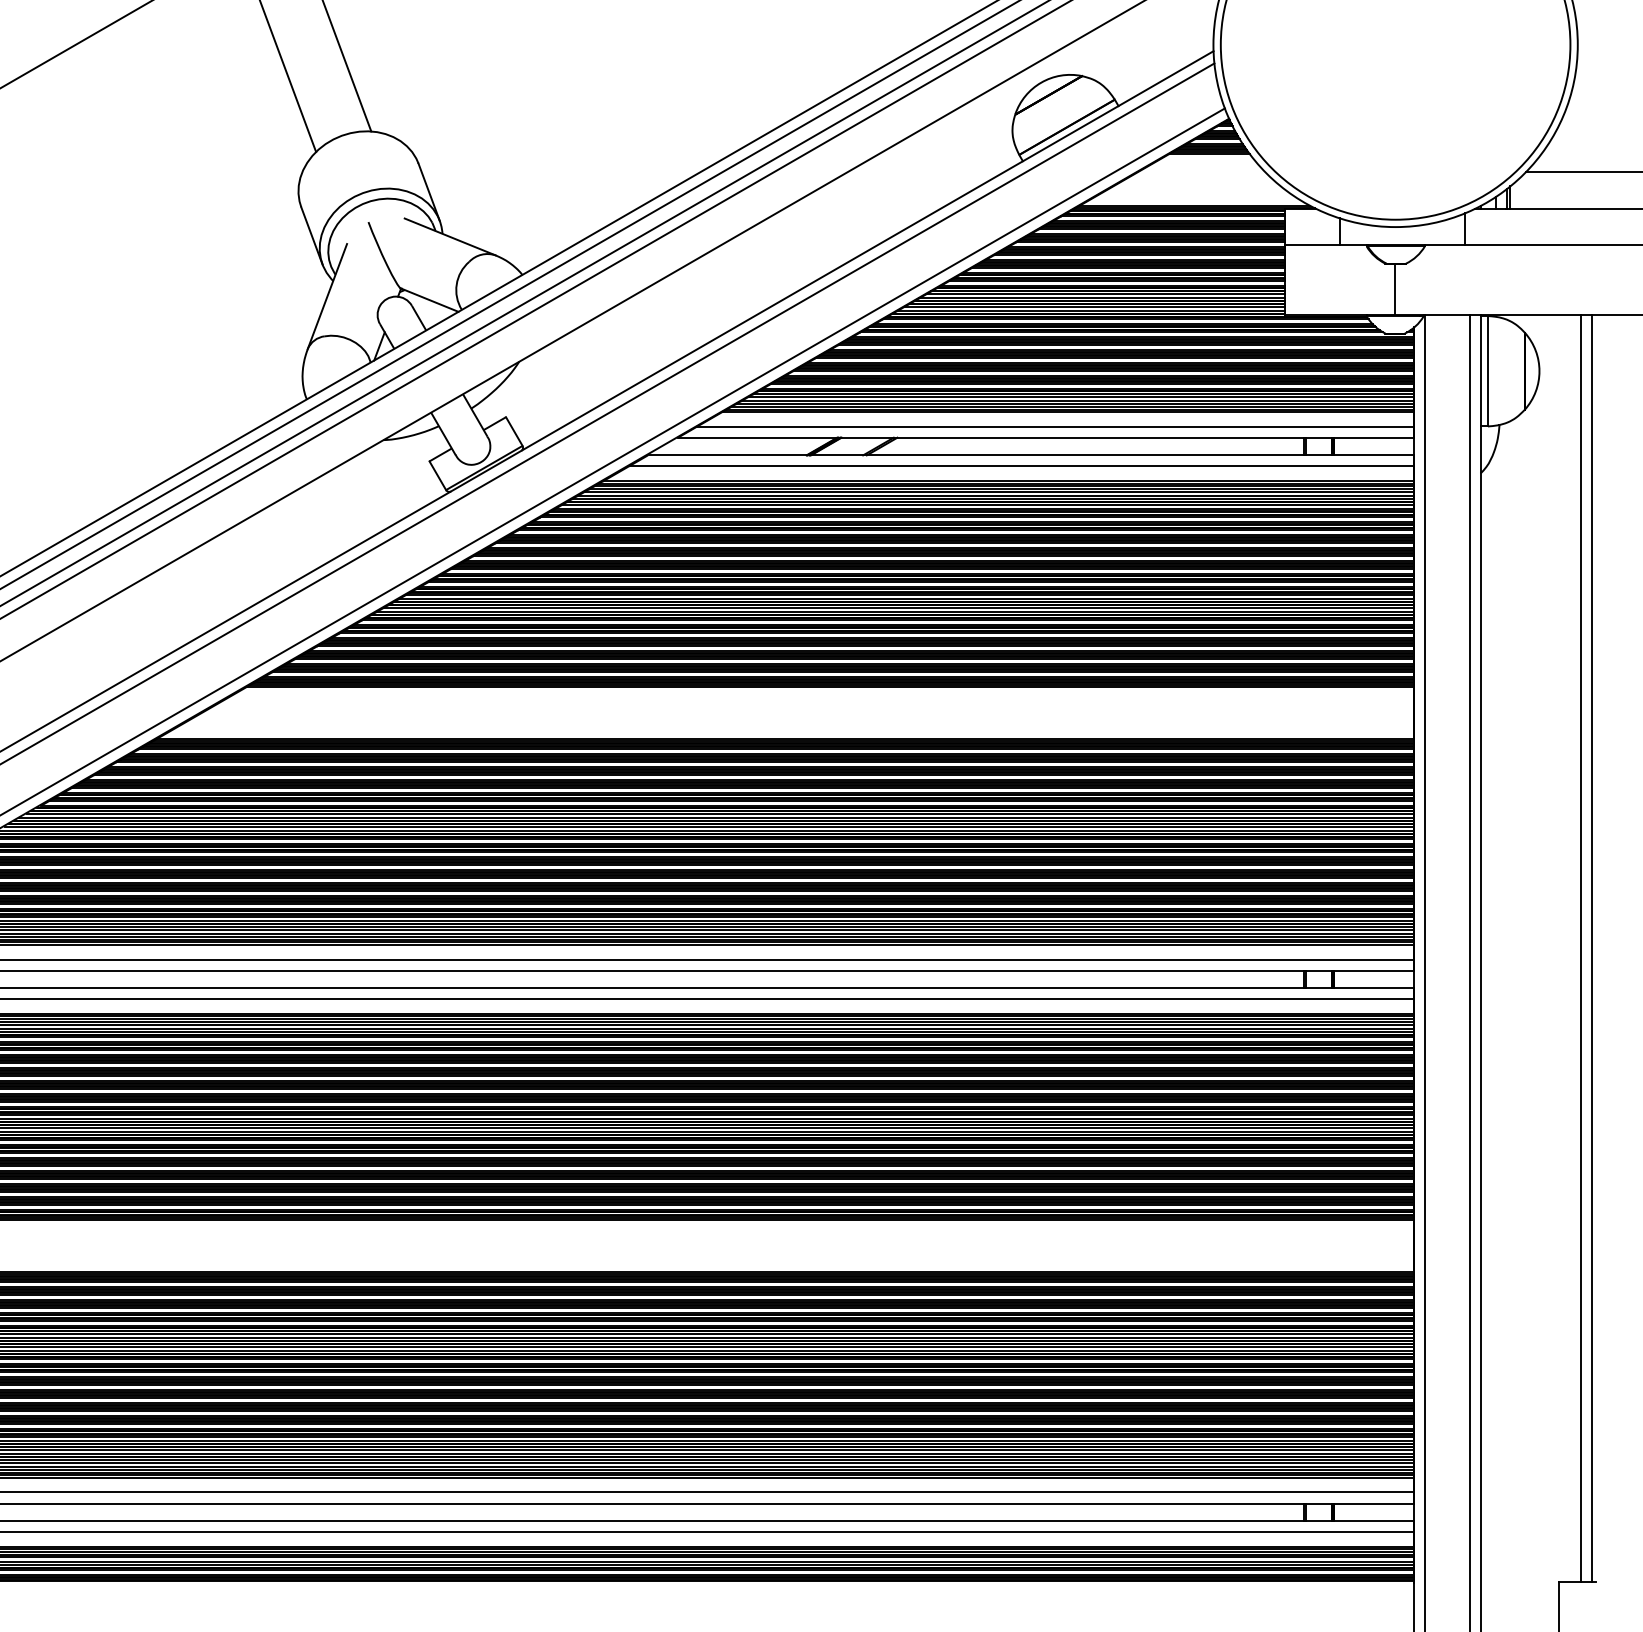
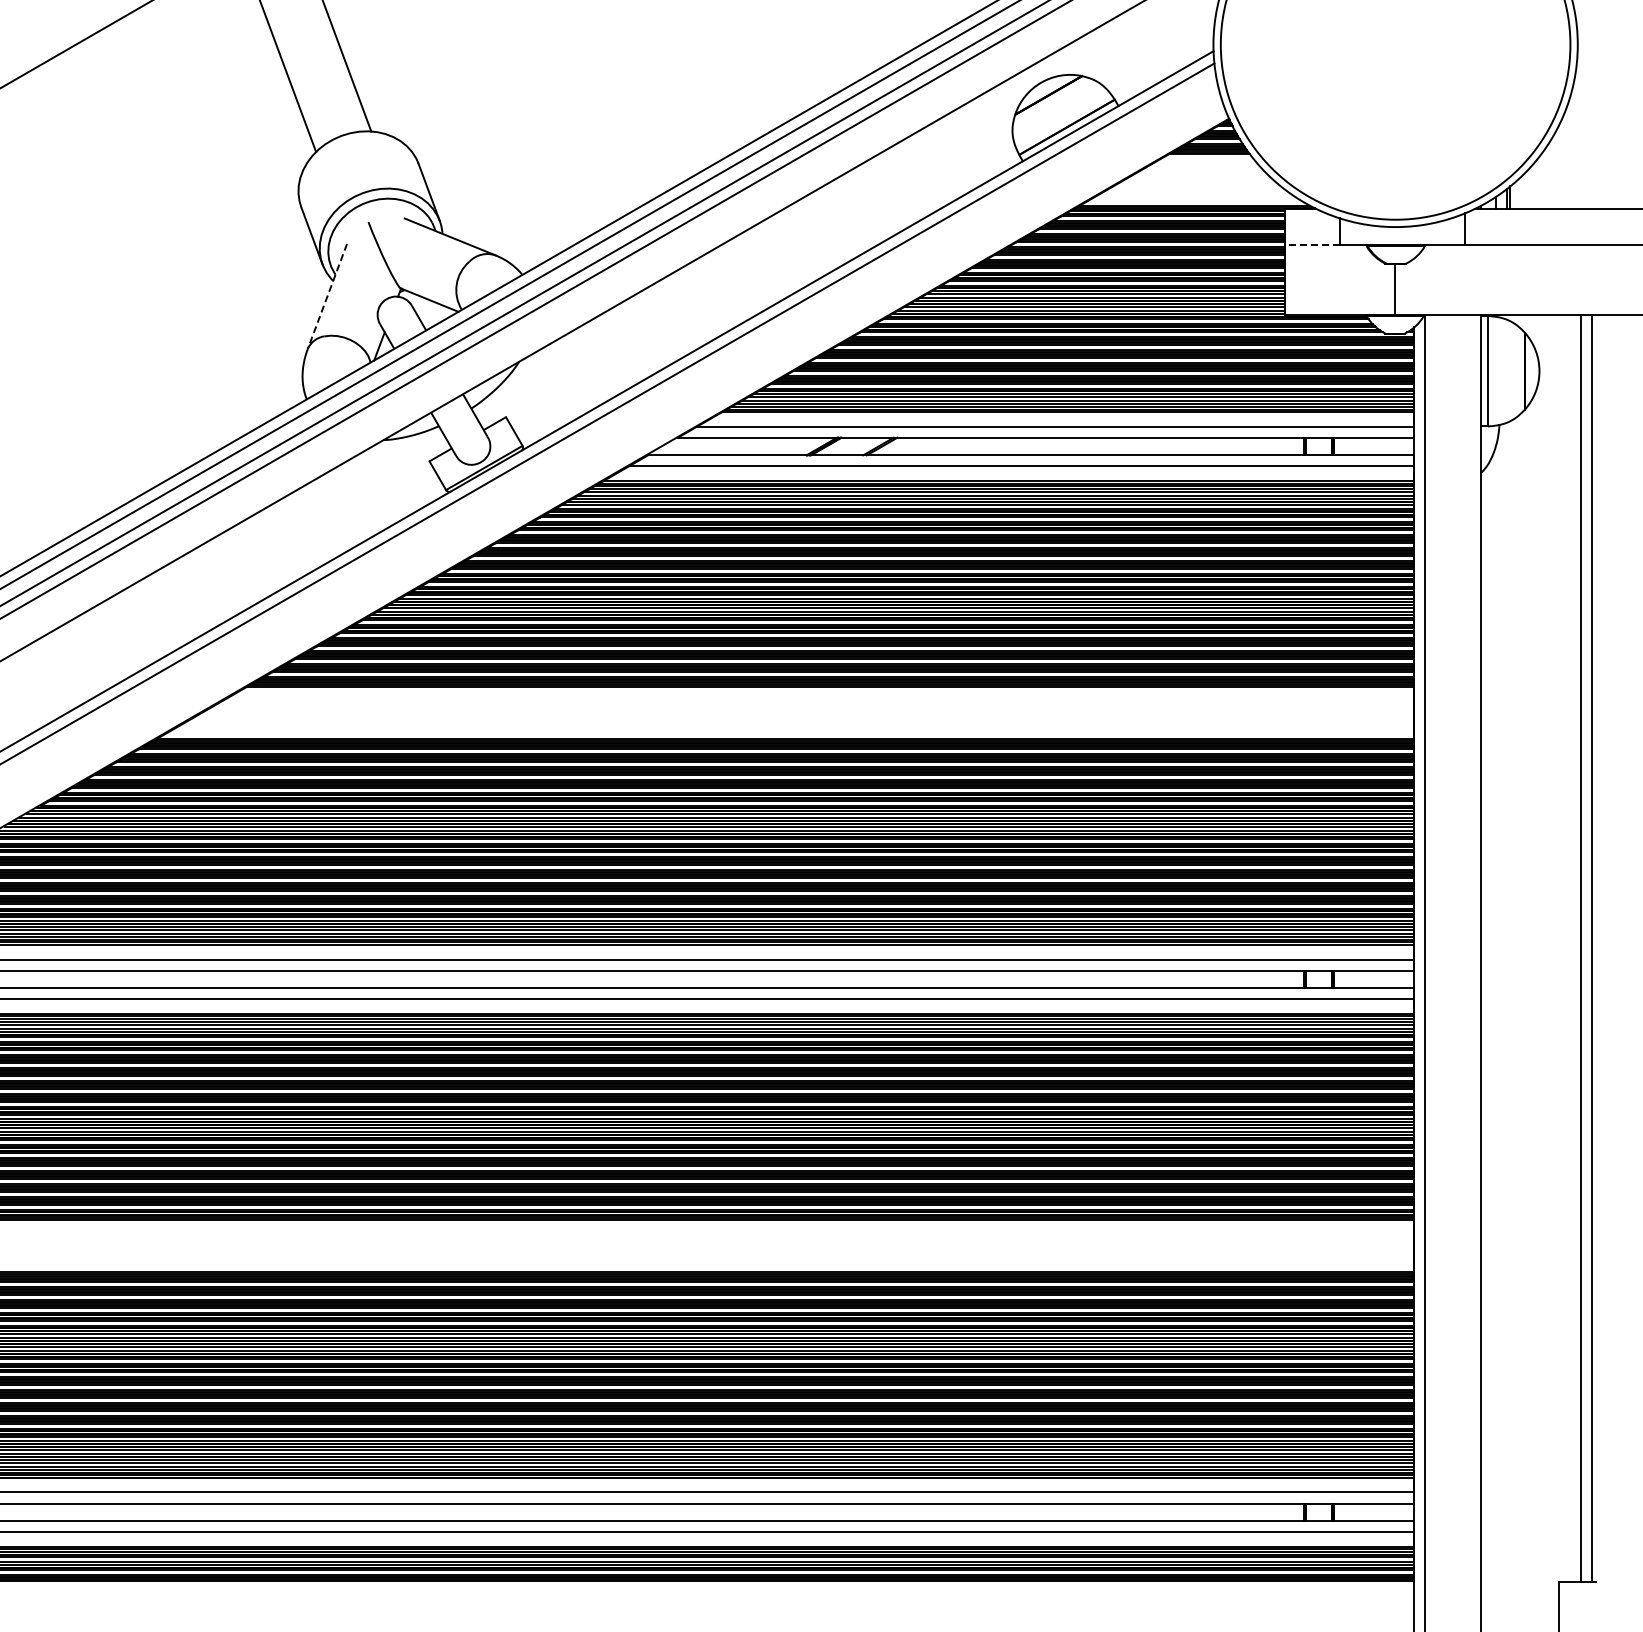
line at (1582, 171): present -> none
line at (1312, 245): solid -> dashed
line at (327, 297): solid -> dashed
line at (613, 461): present -> none
line at (1469, 971): present -> none
